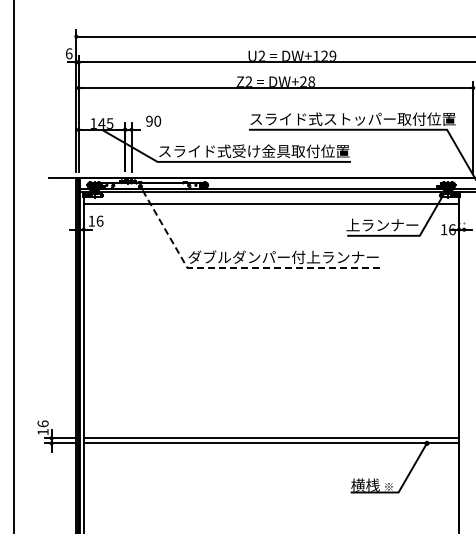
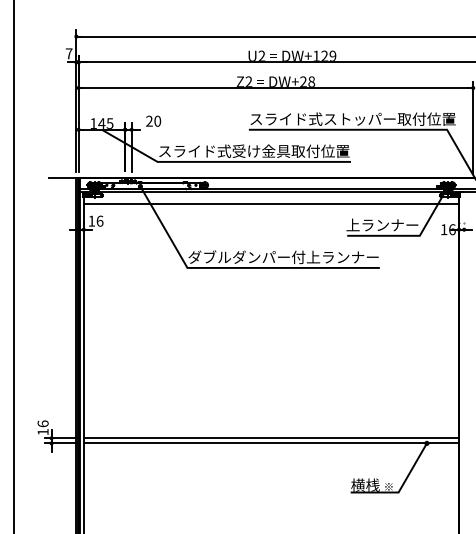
text at (68, 53): 6 -> 7
text at (149, 121): 90 -> 20
line at (236, 267): dashed -> solid
